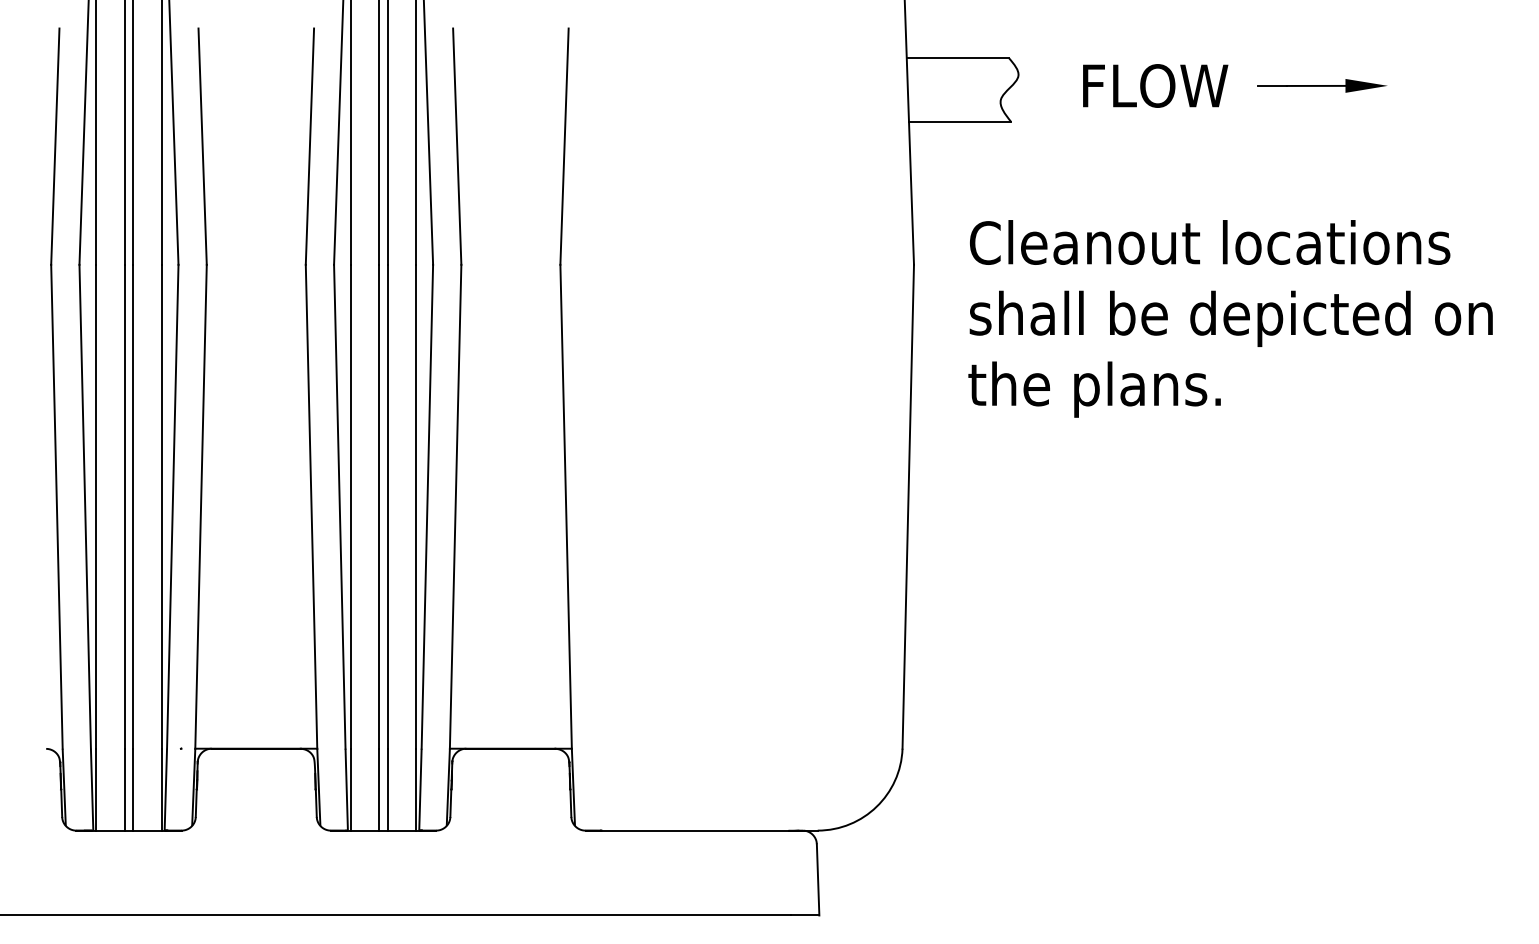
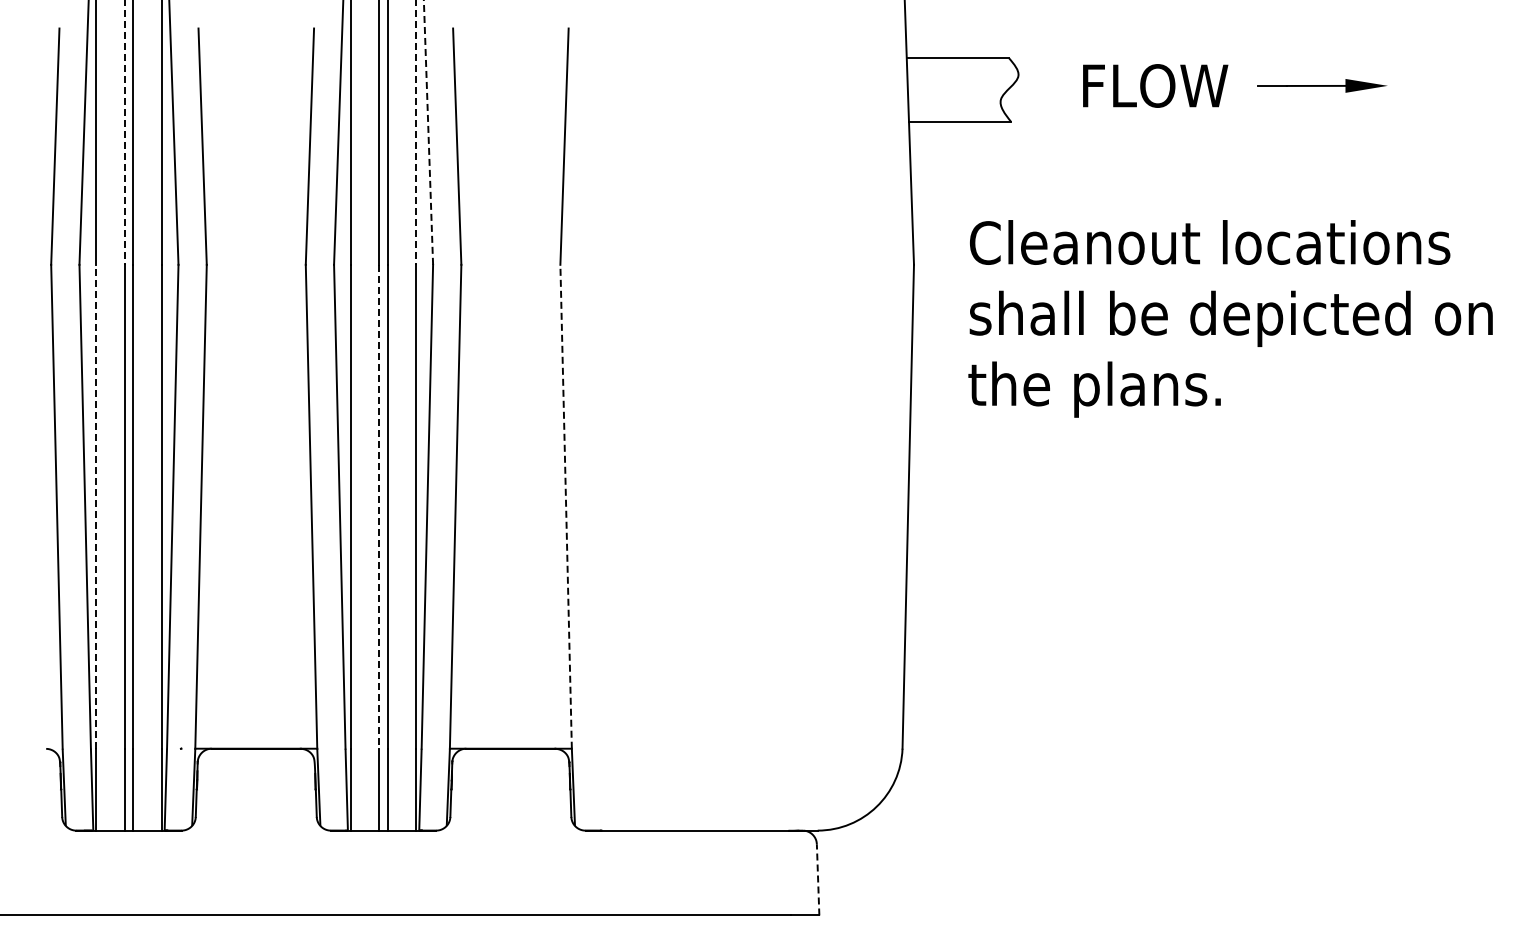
line at (428, 132): solid -> dashed
line at (124, 133): solid -> dashed
line at (416, 133): solid -> dashed
line at (96, 506): solid -> dashed
line at (379, 506): solid -> dashed
line at (566, 506): solid -> dashed
line at (818, 879): solid -> dashed
